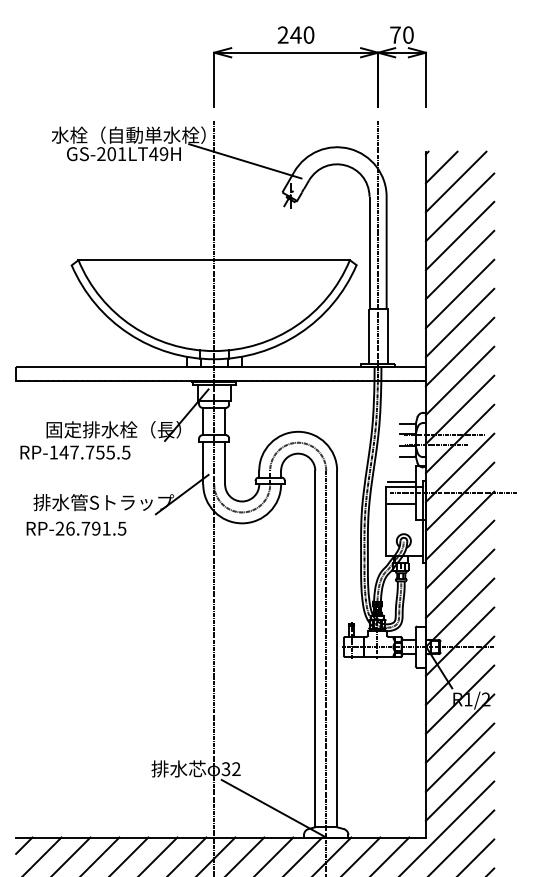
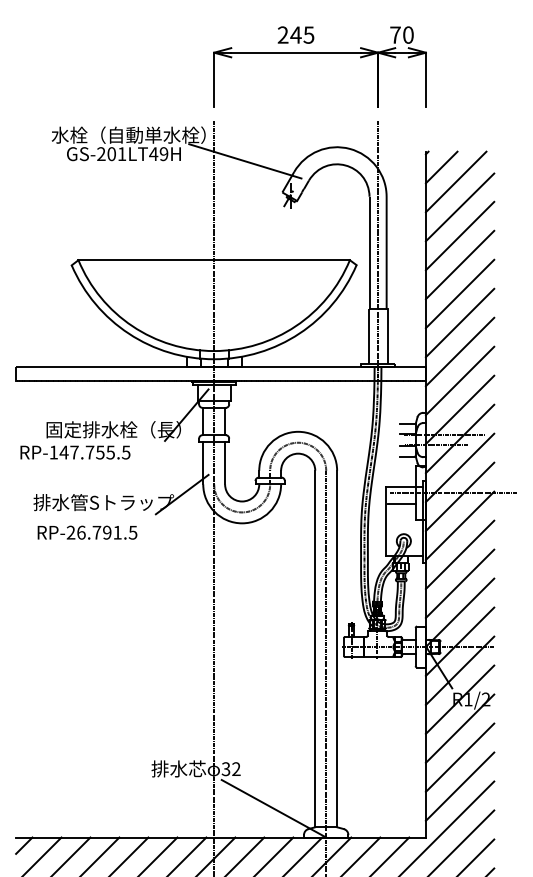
text at (308, 34): 240 -> 245
line at (401, 482): present -> none
text at (76, 528) position: (76, 528) -> (87, 532)
